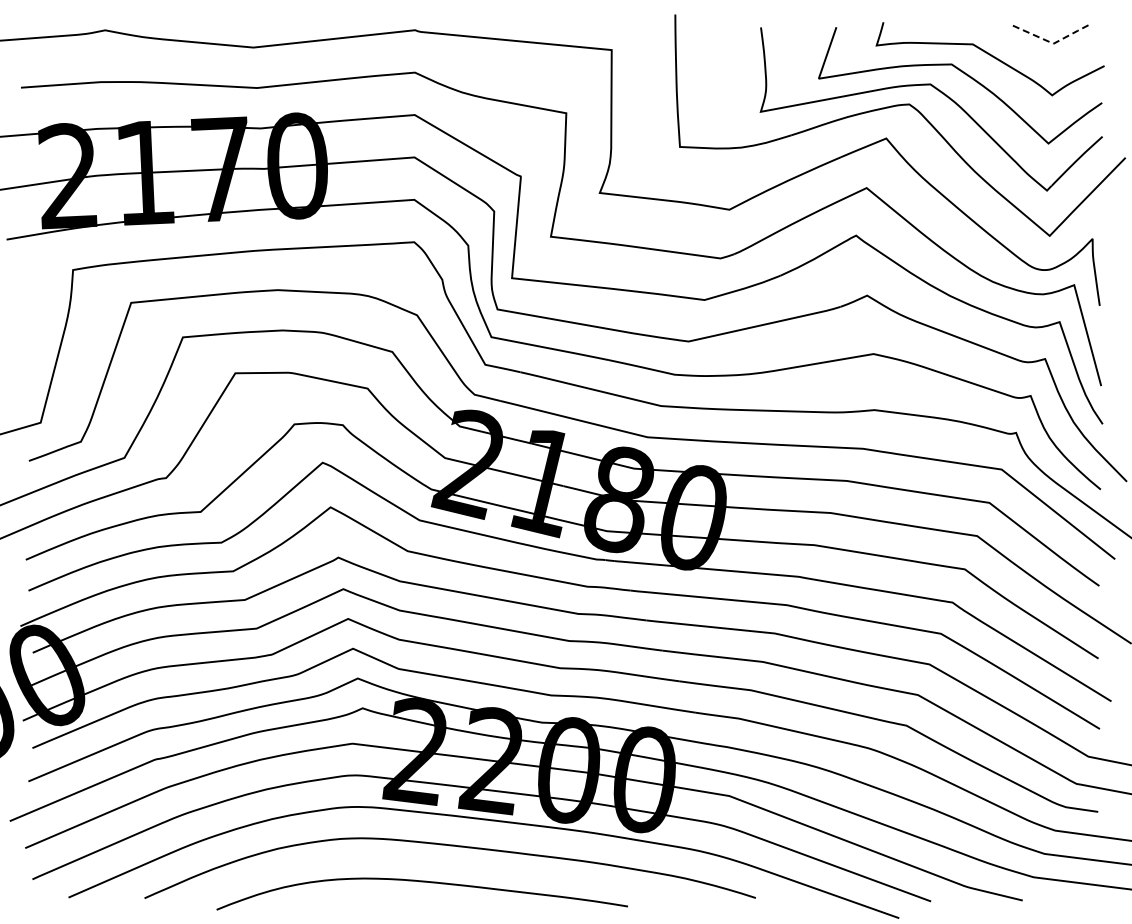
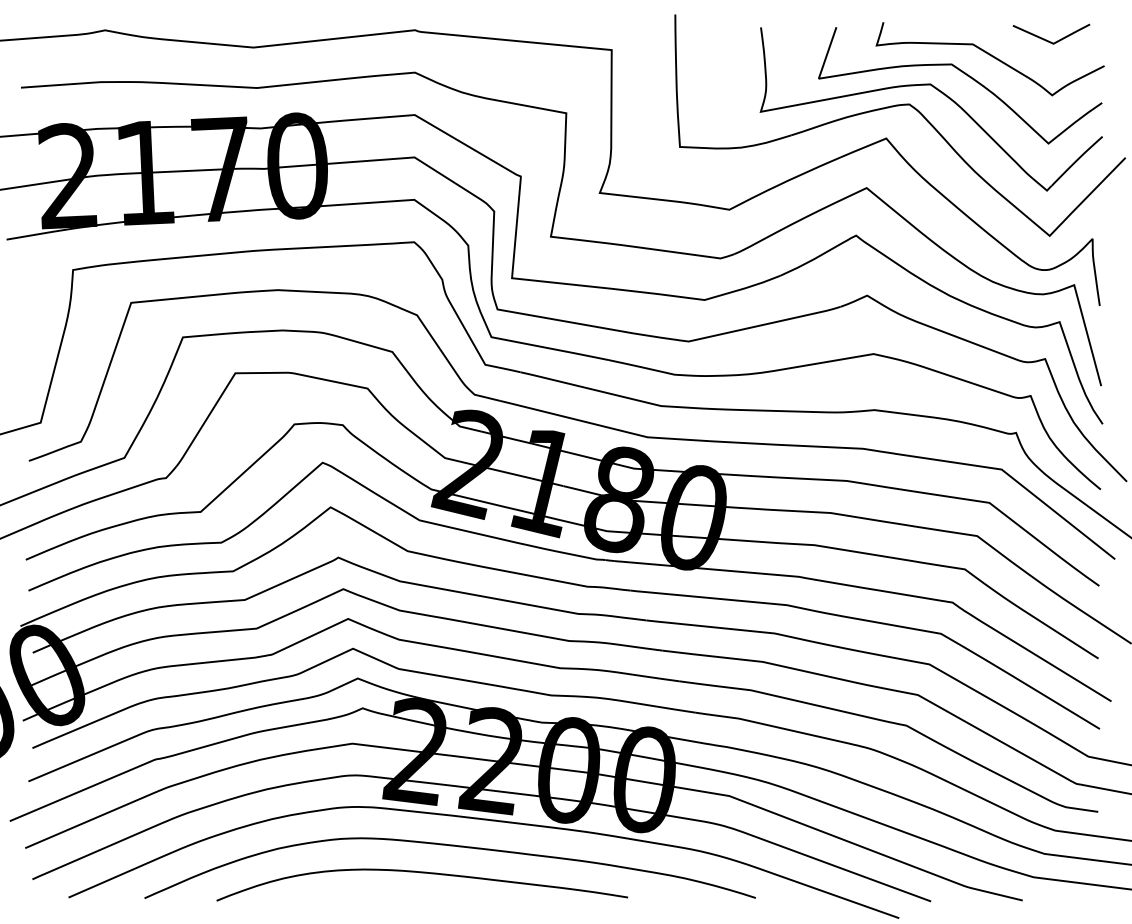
line at (1053, 43): dashed -> solid
curve at (421, 882) position: (421, 882) -> (421, 873)
